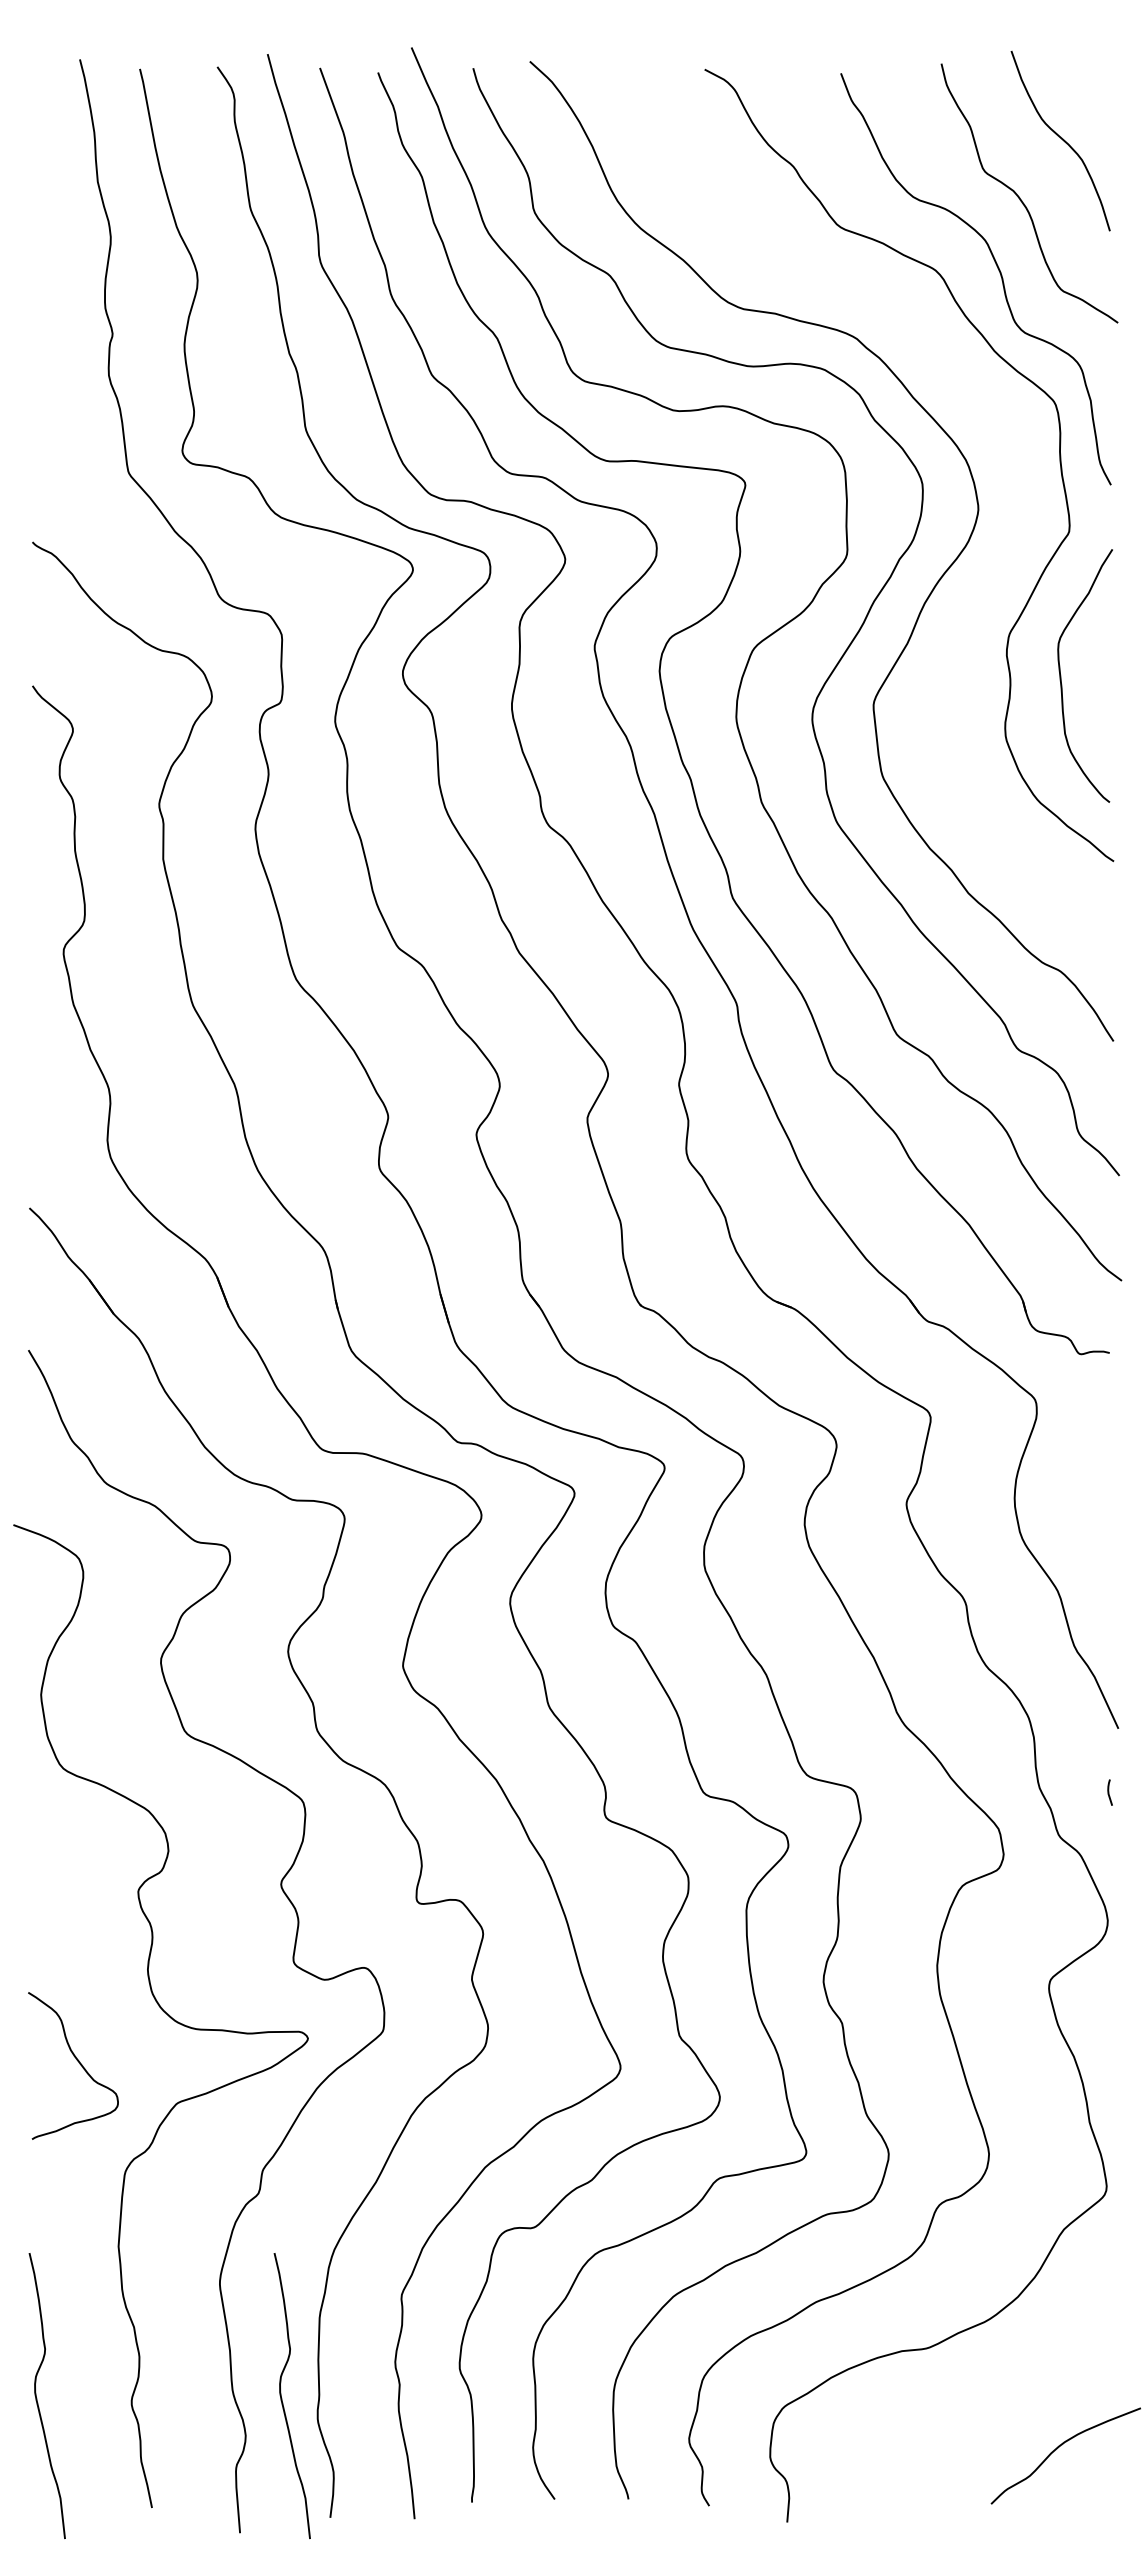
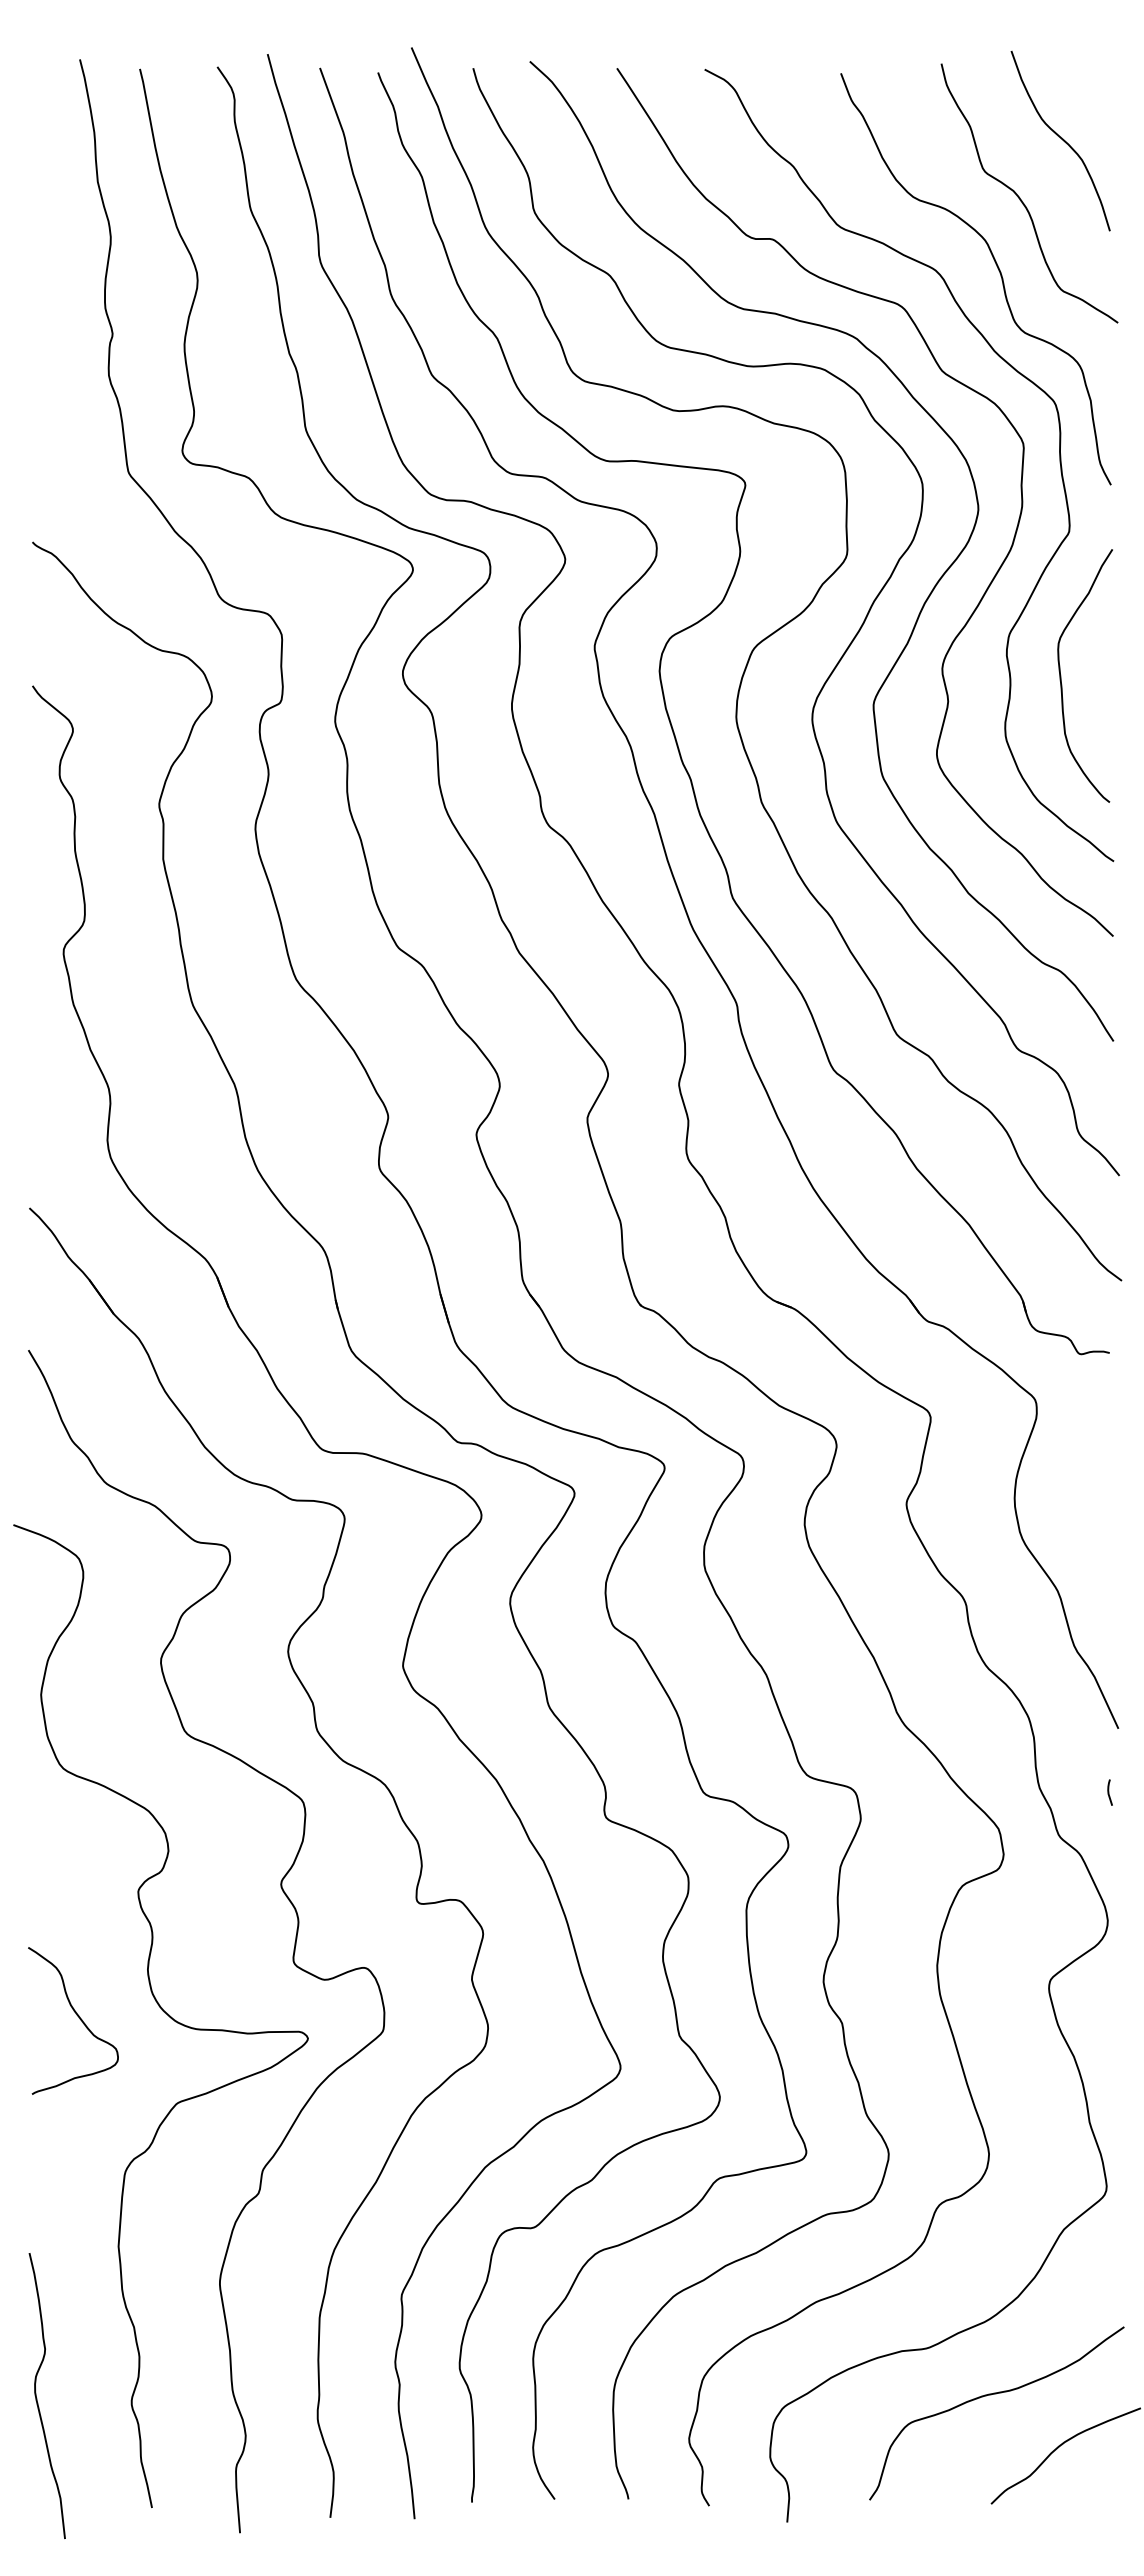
curve at (993, 576): none -> present
curve at (77, 2061) position: (77, 2061) -> (77, 2016)
curve at (991, 2395): none -> present
curve at (282, 2398): present -> none
